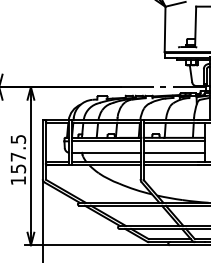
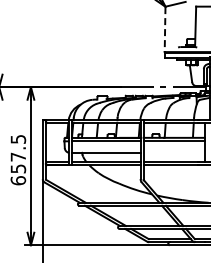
line at (165, 30): solid -> dashed
line at (173, 152): present -> none
text at (18, 180): 157.5 -> 657.5
